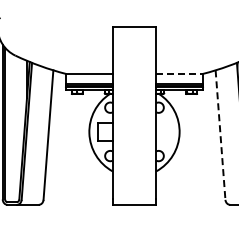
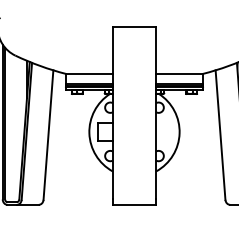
line at (179, 73): dashed -> solid
line at (220, 135): dashed -> solid
